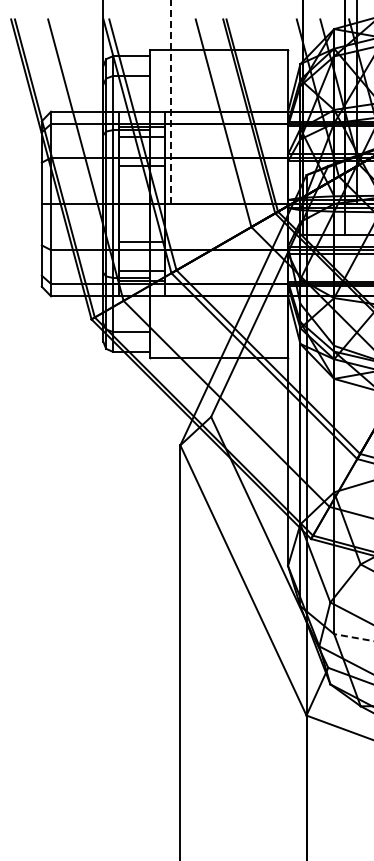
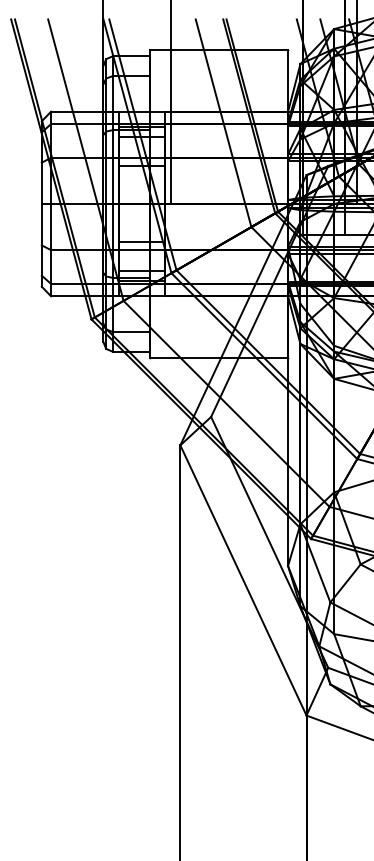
line at (171, 102): dashed -> solid
line at (353, 637): dashed -> solid
